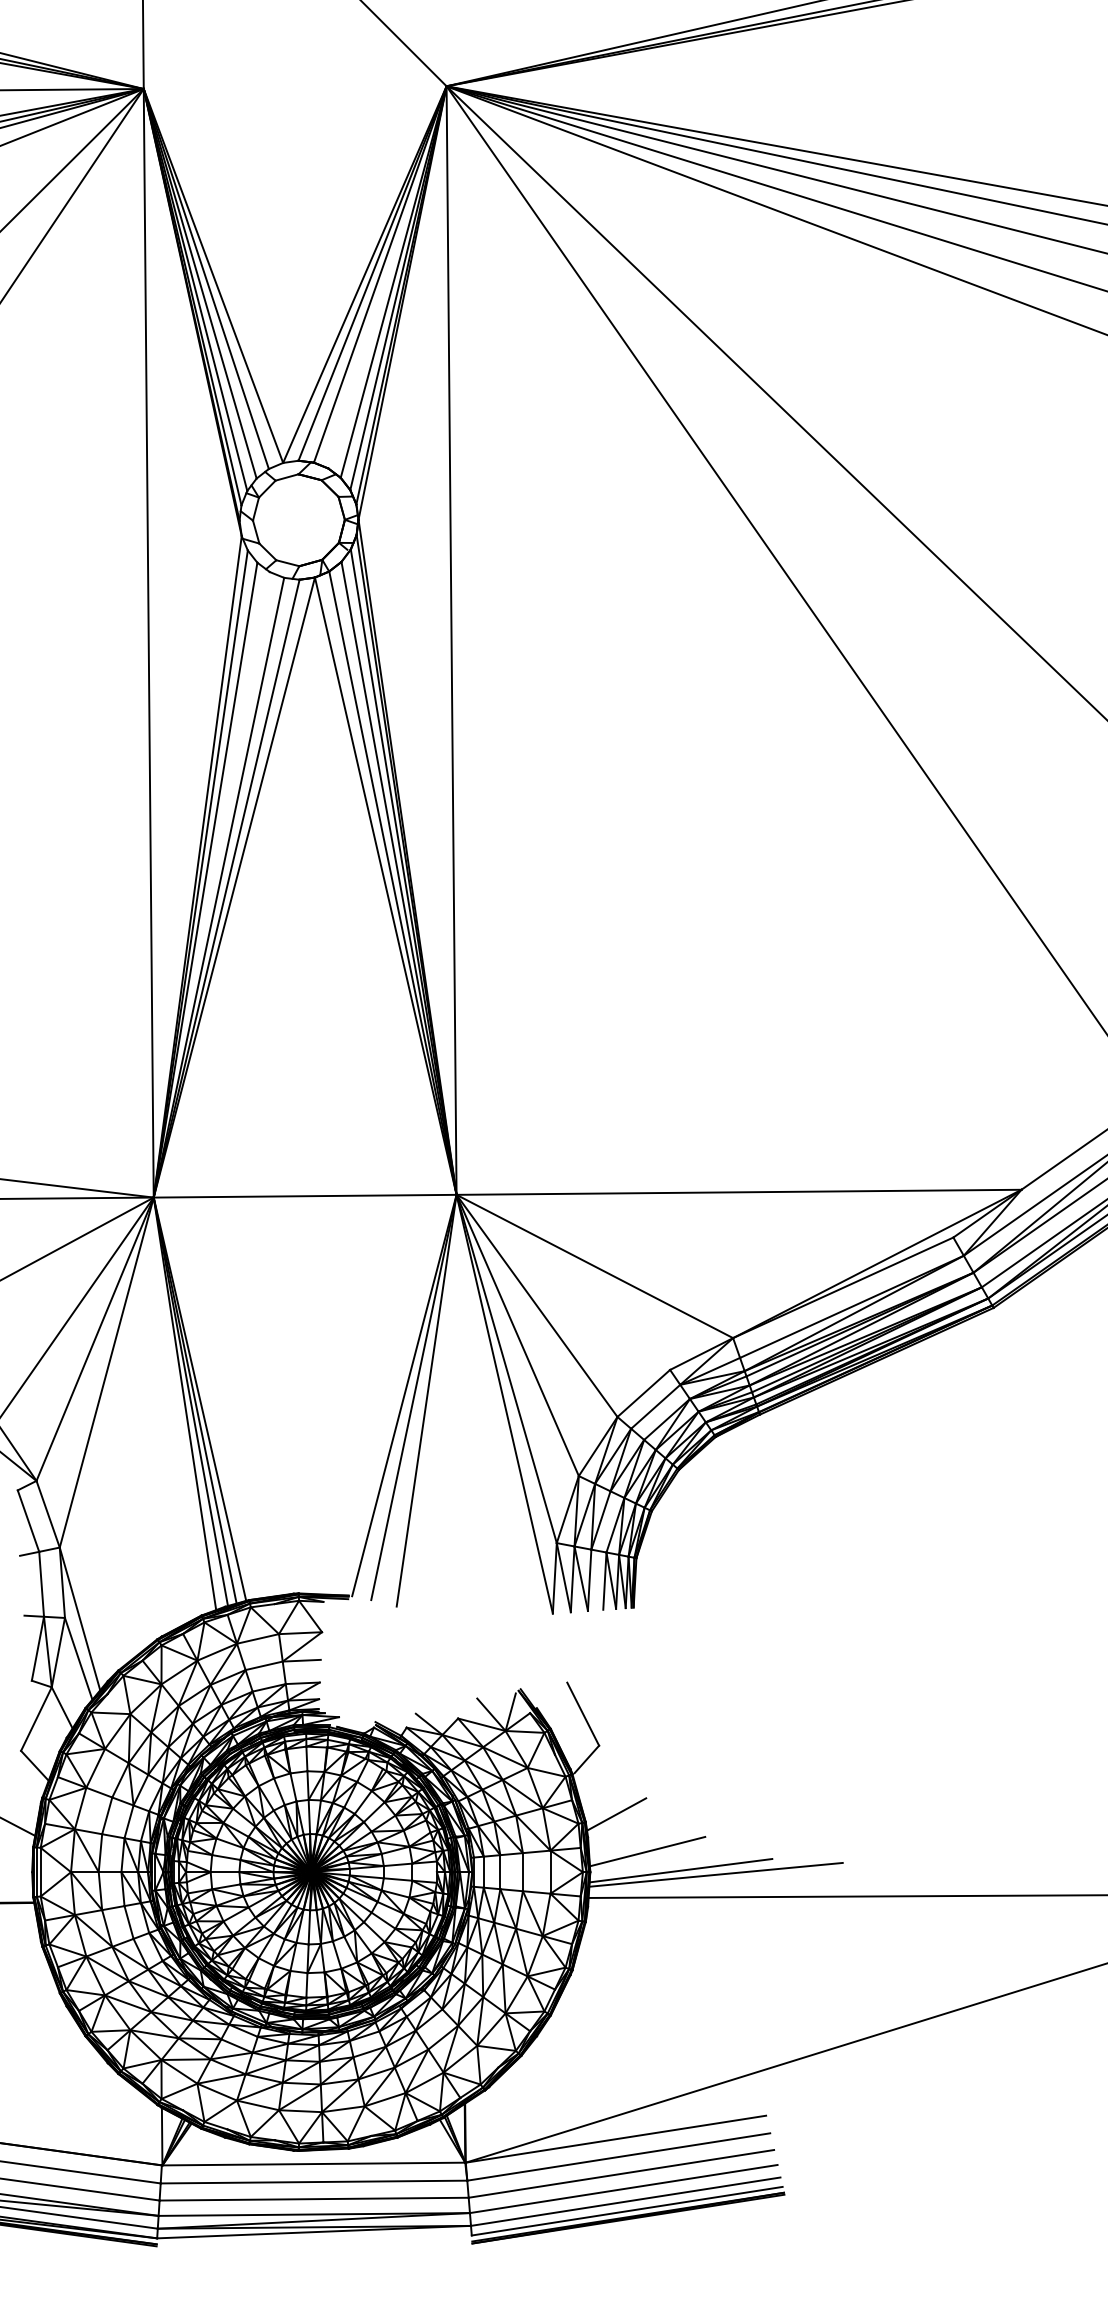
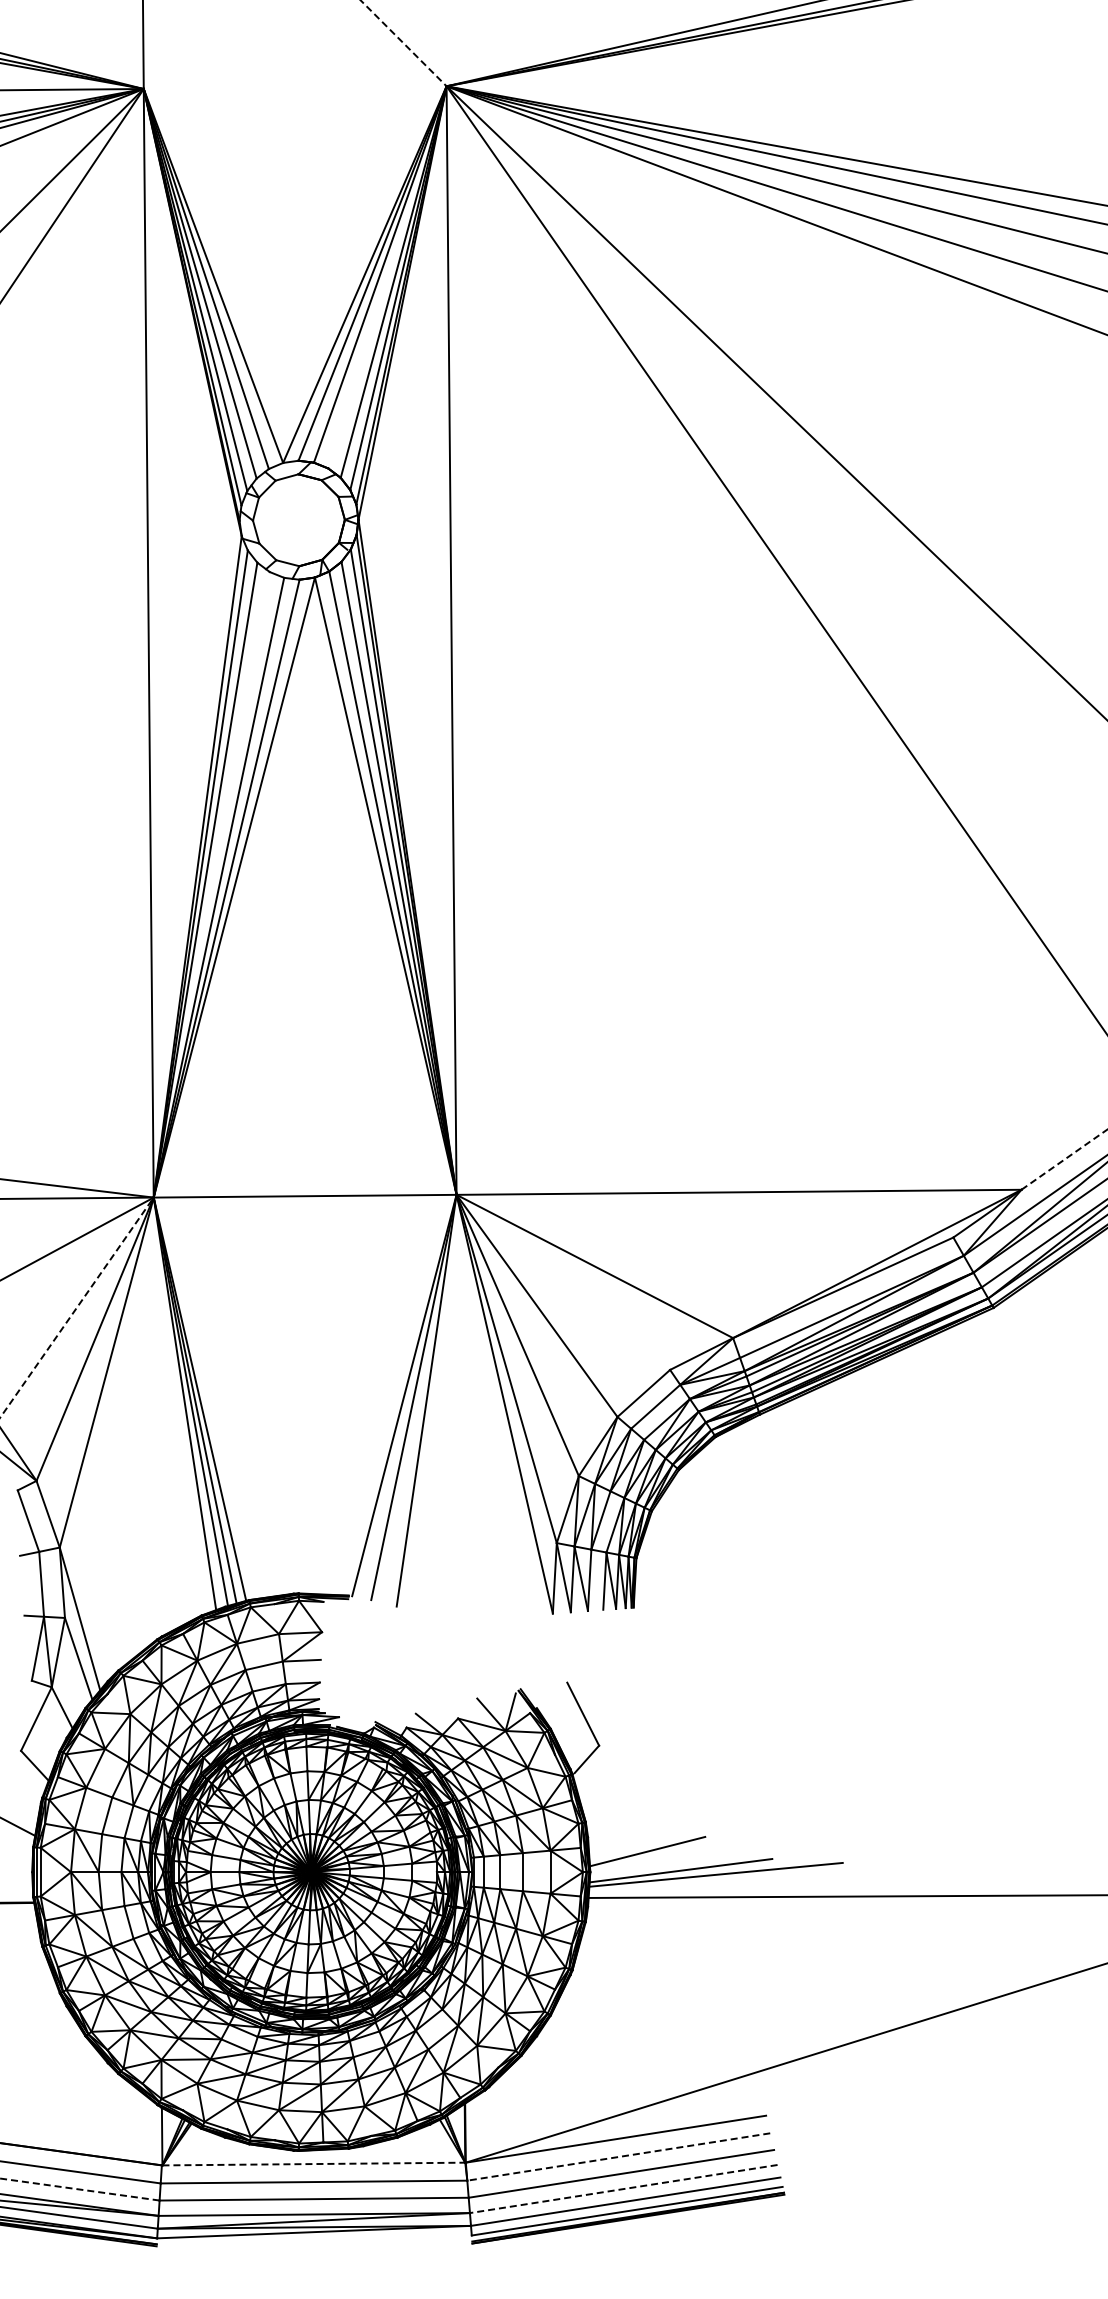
line at (403, 43): solid -> dashed
line at (1064, 1159): solid -> dashed
line at (77, 1307): solid -> dashed
line at (616, 1814): present -> none
line at (618, 2157): solid -> dashed
line at (314, 2164): solid -> dashed
line at (79, 2189): solid -> dashed
line at (623, 2189): solid -> dashed
